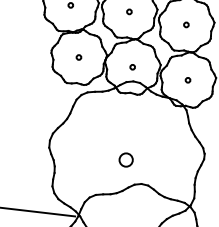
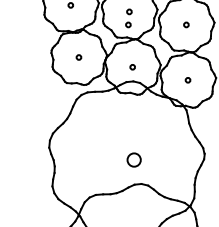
circle at (128, 24): none -> present
circle at (125, 159) position: (125, 159) -> (133, 159)
line at (38, 212): present -> none
